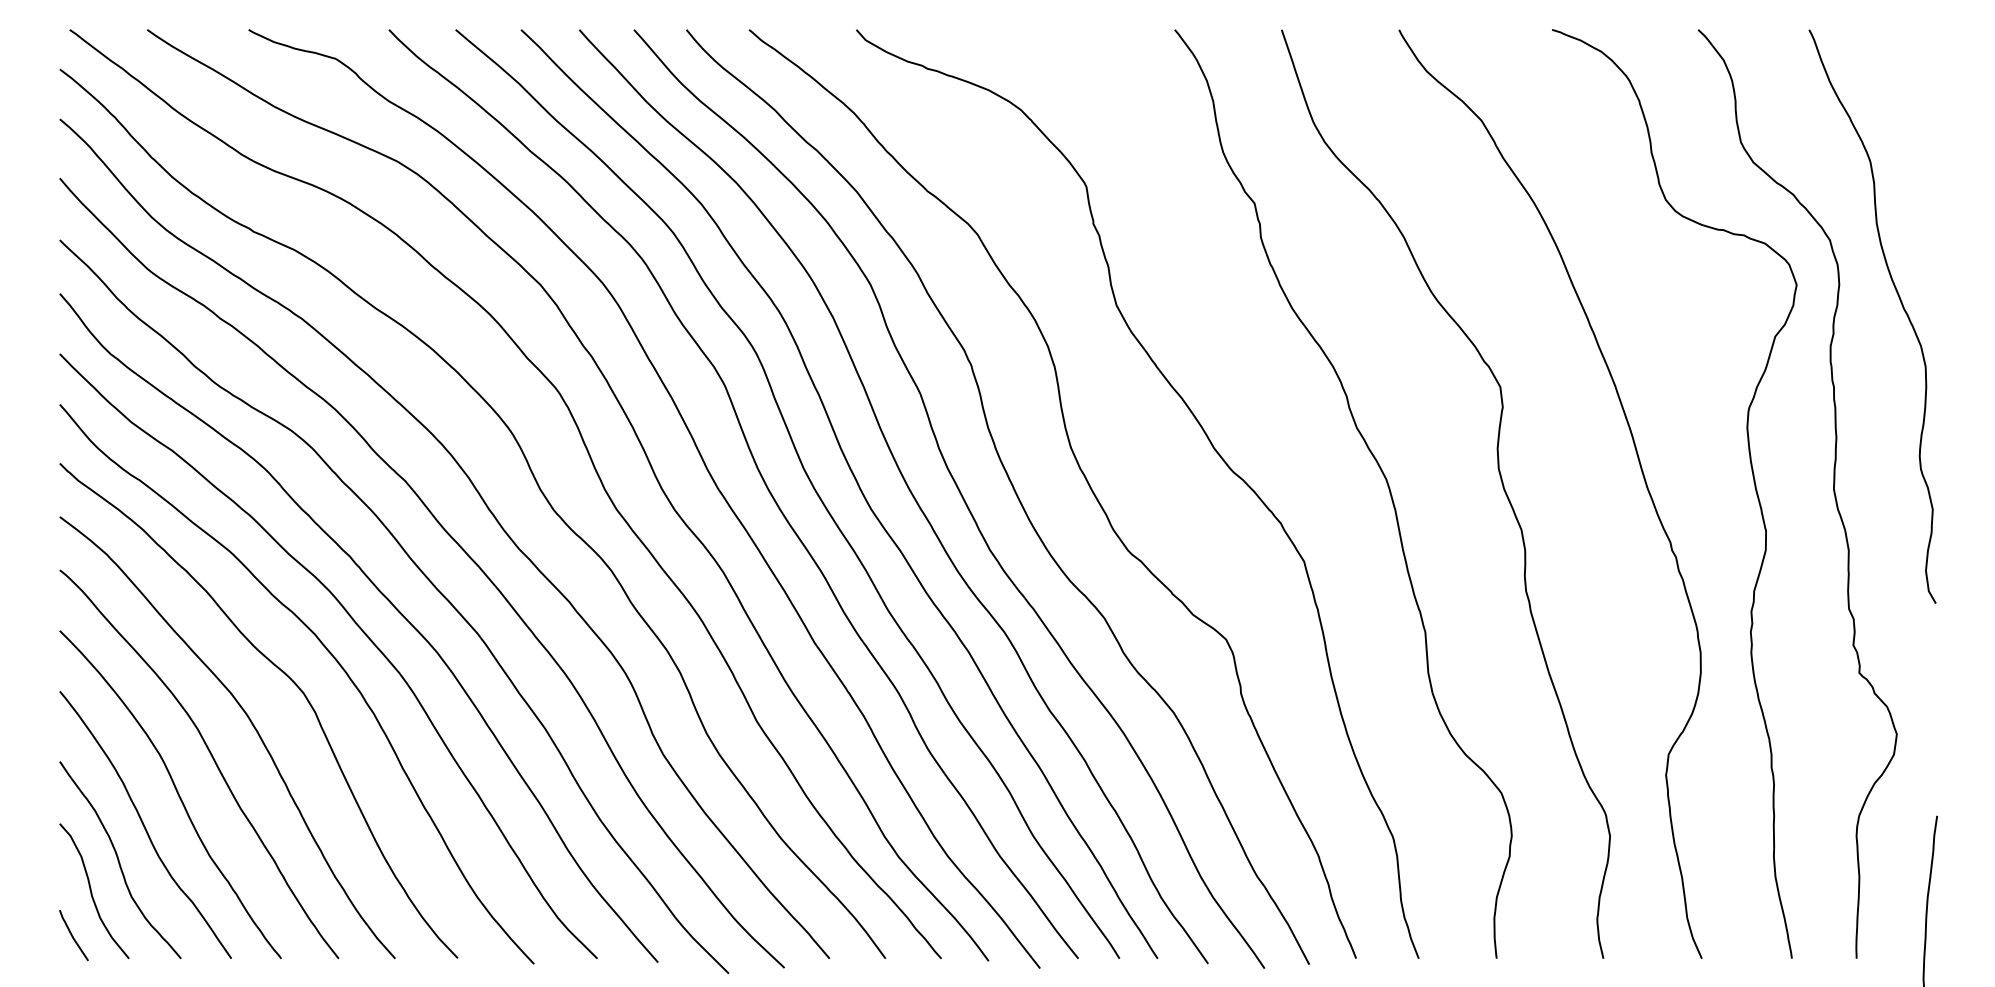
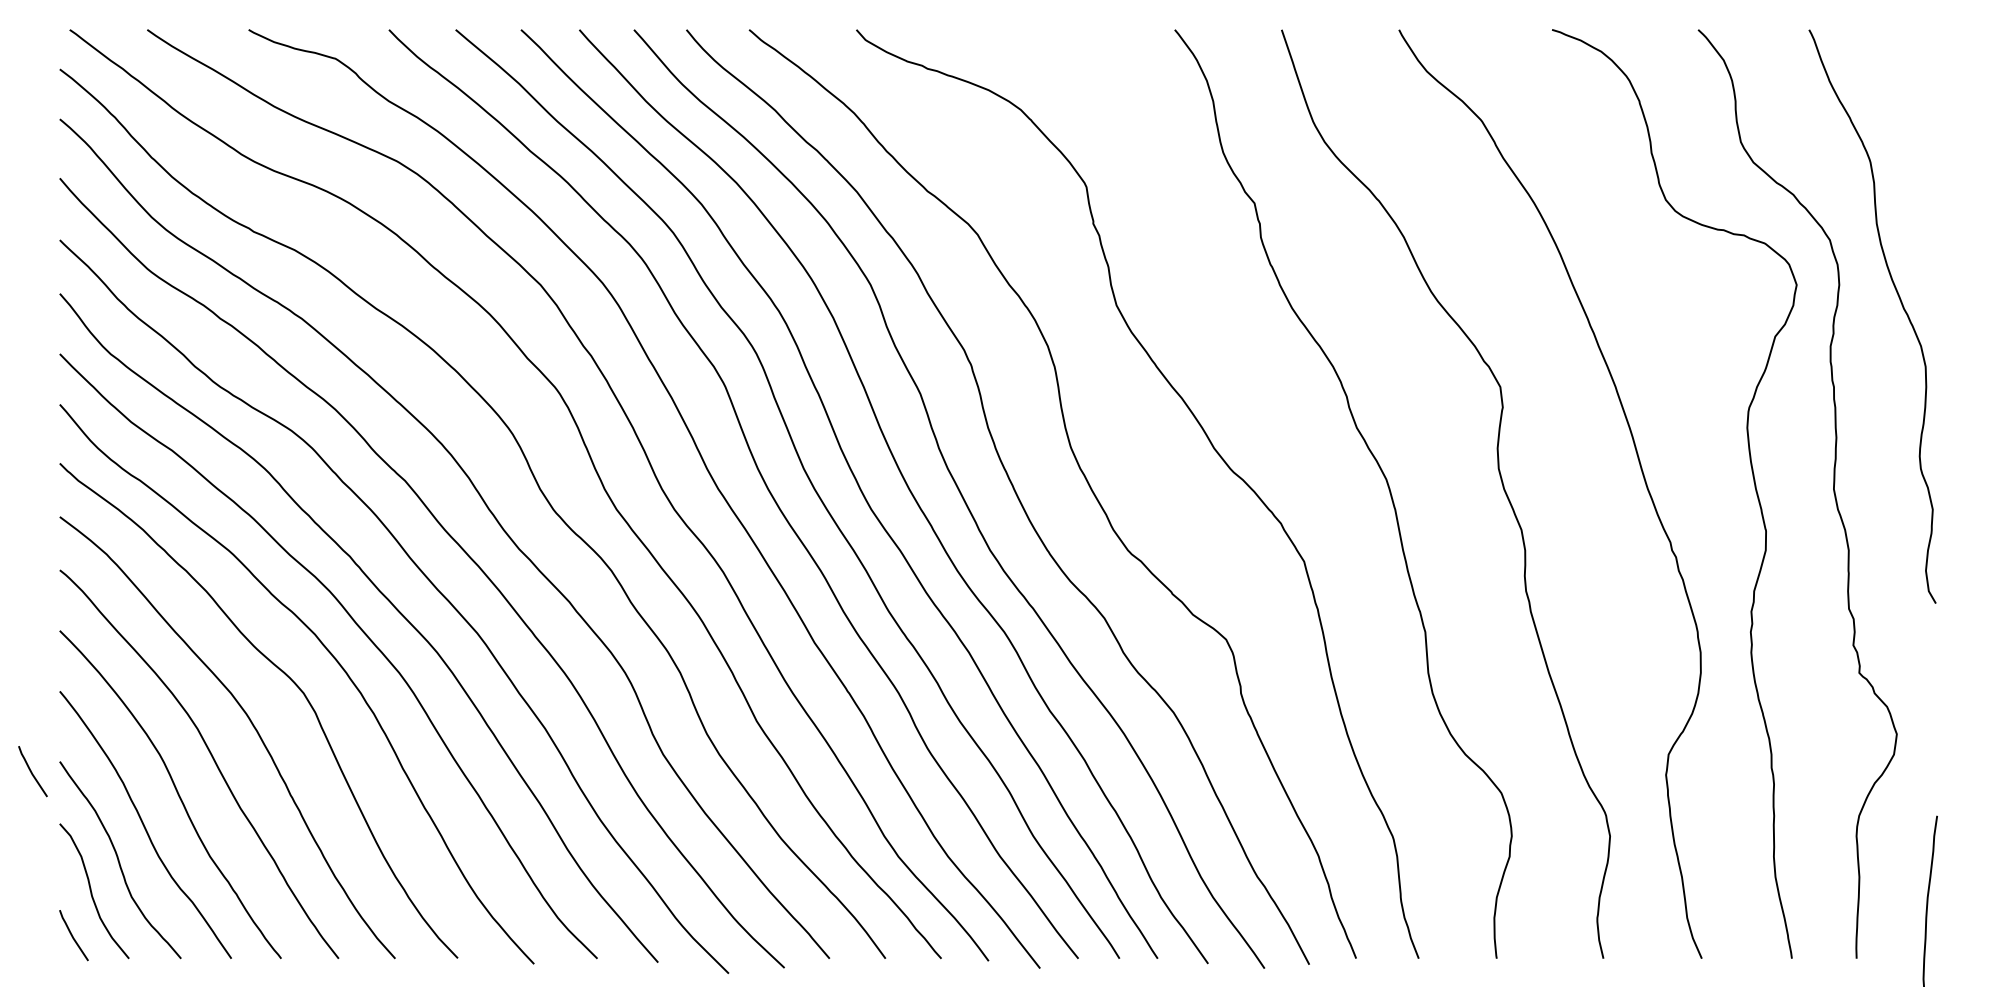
curve at (31, 771): none -> present
